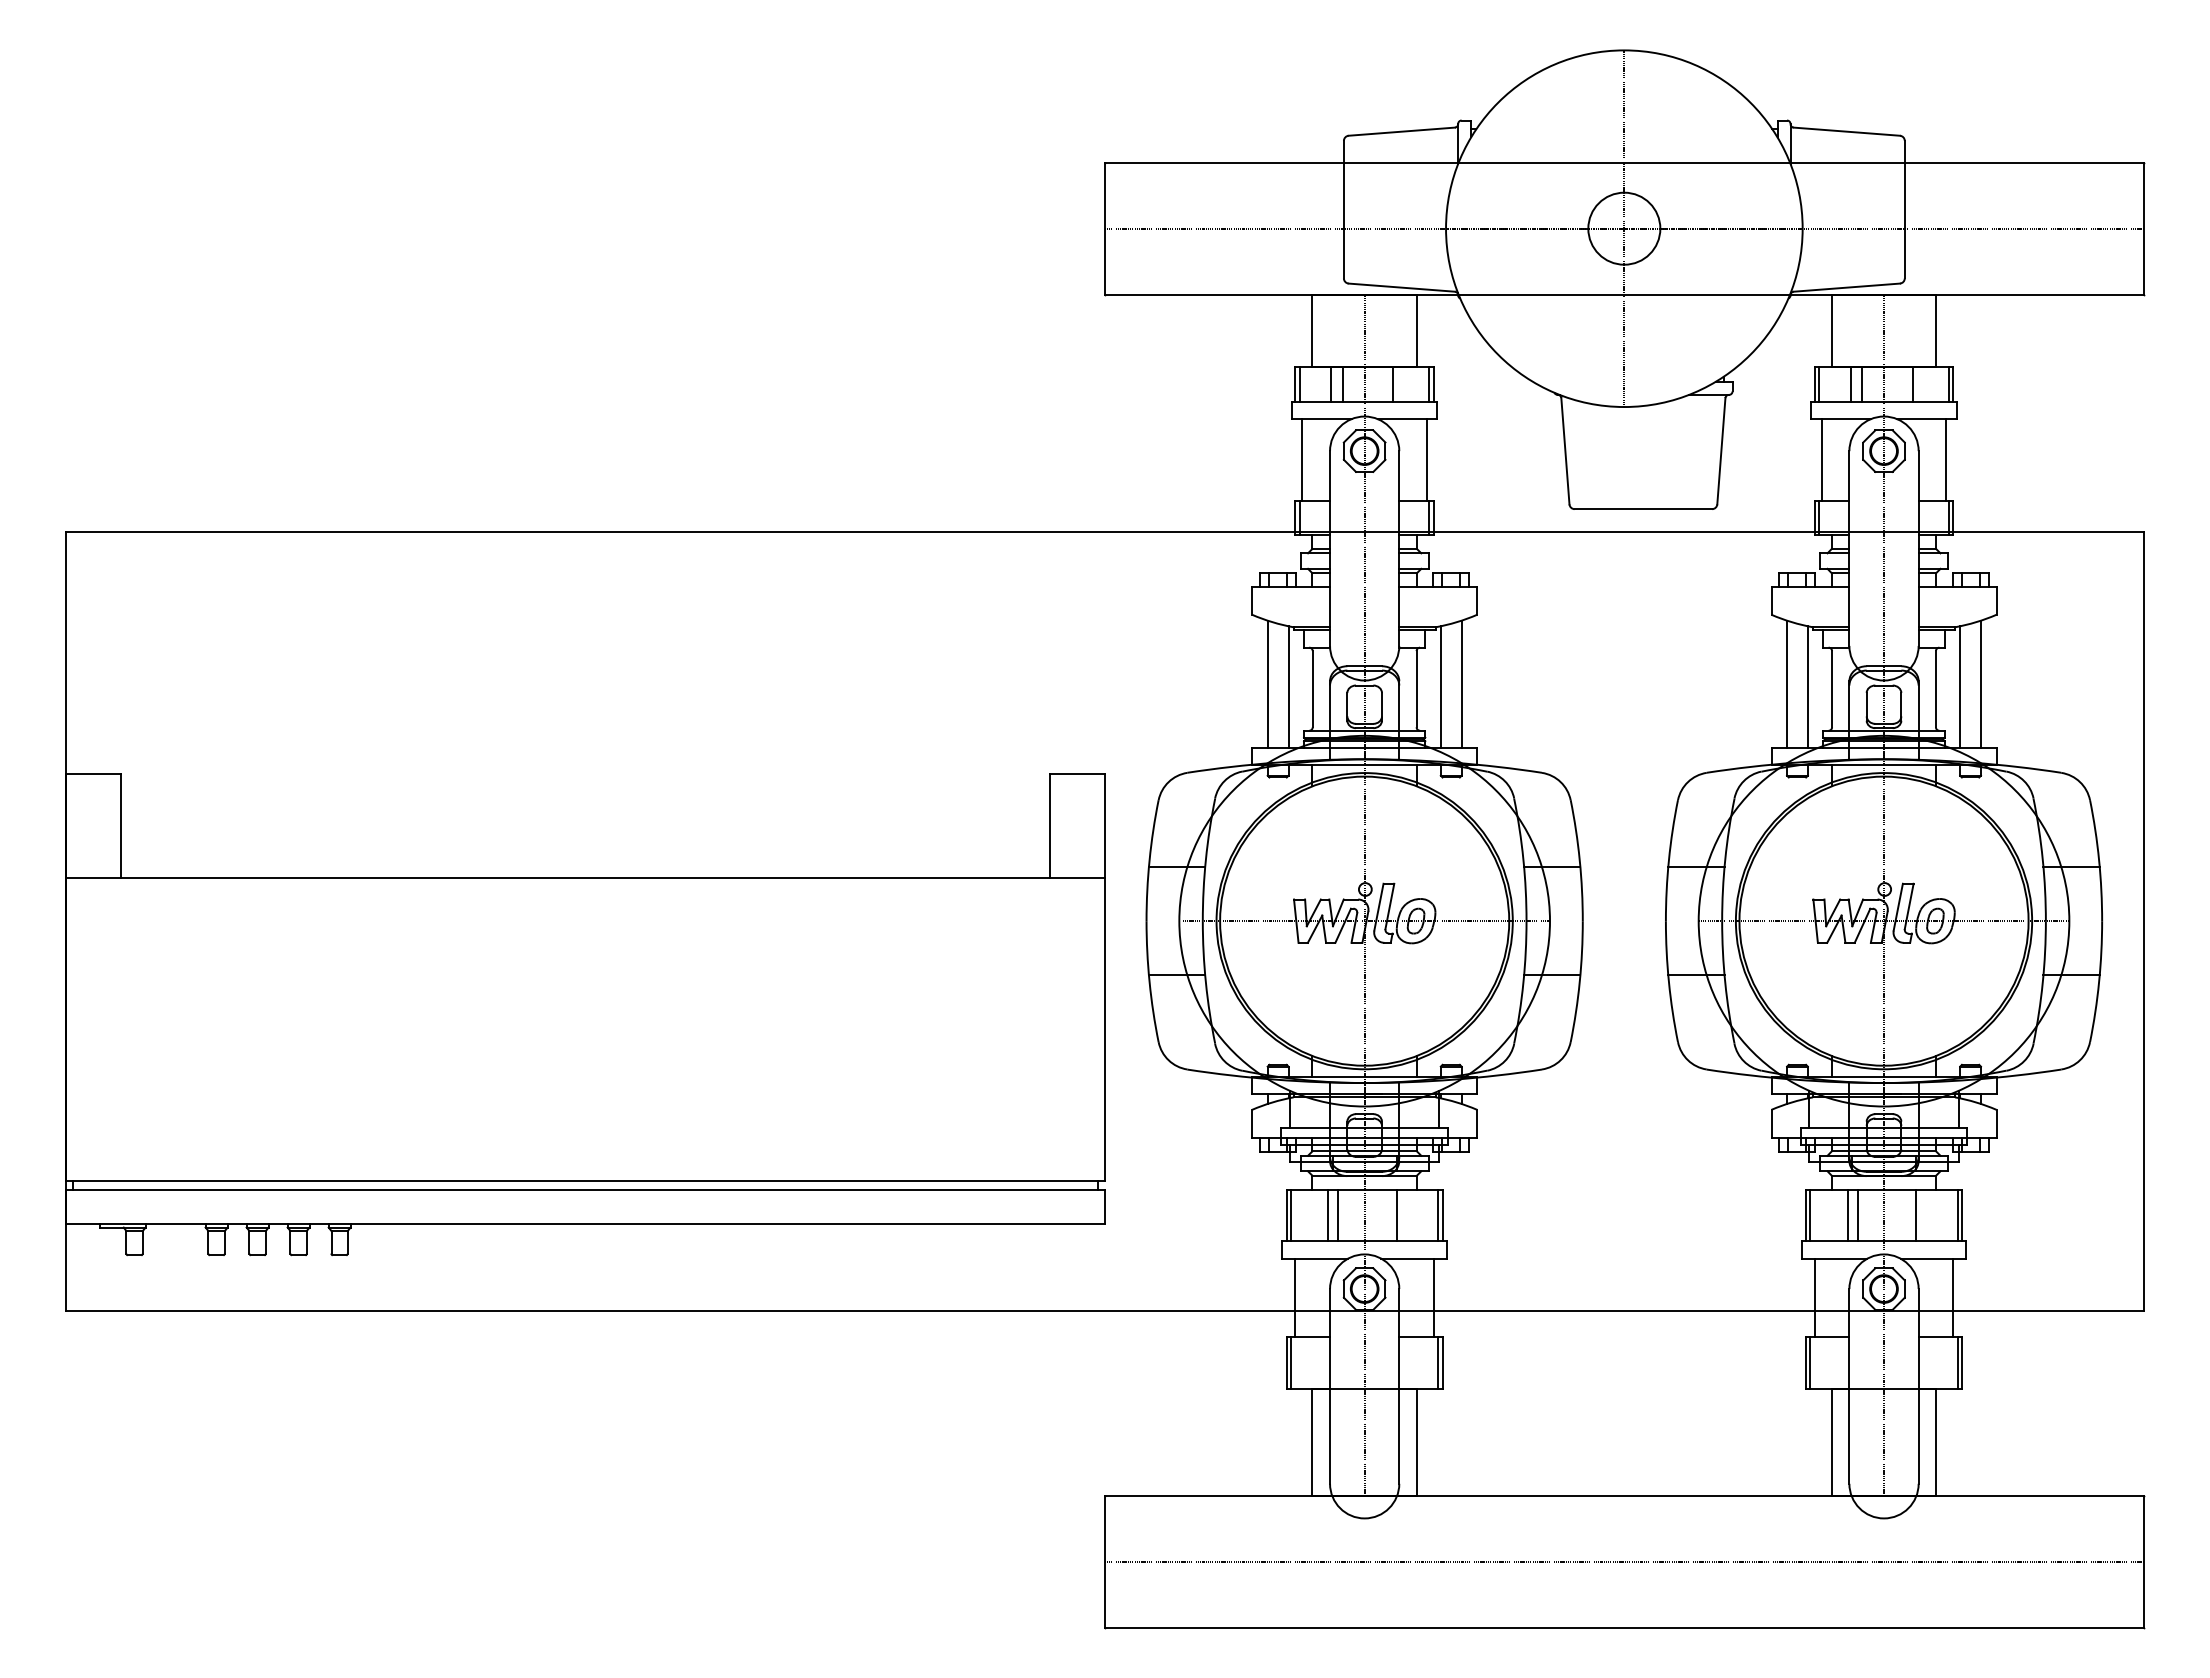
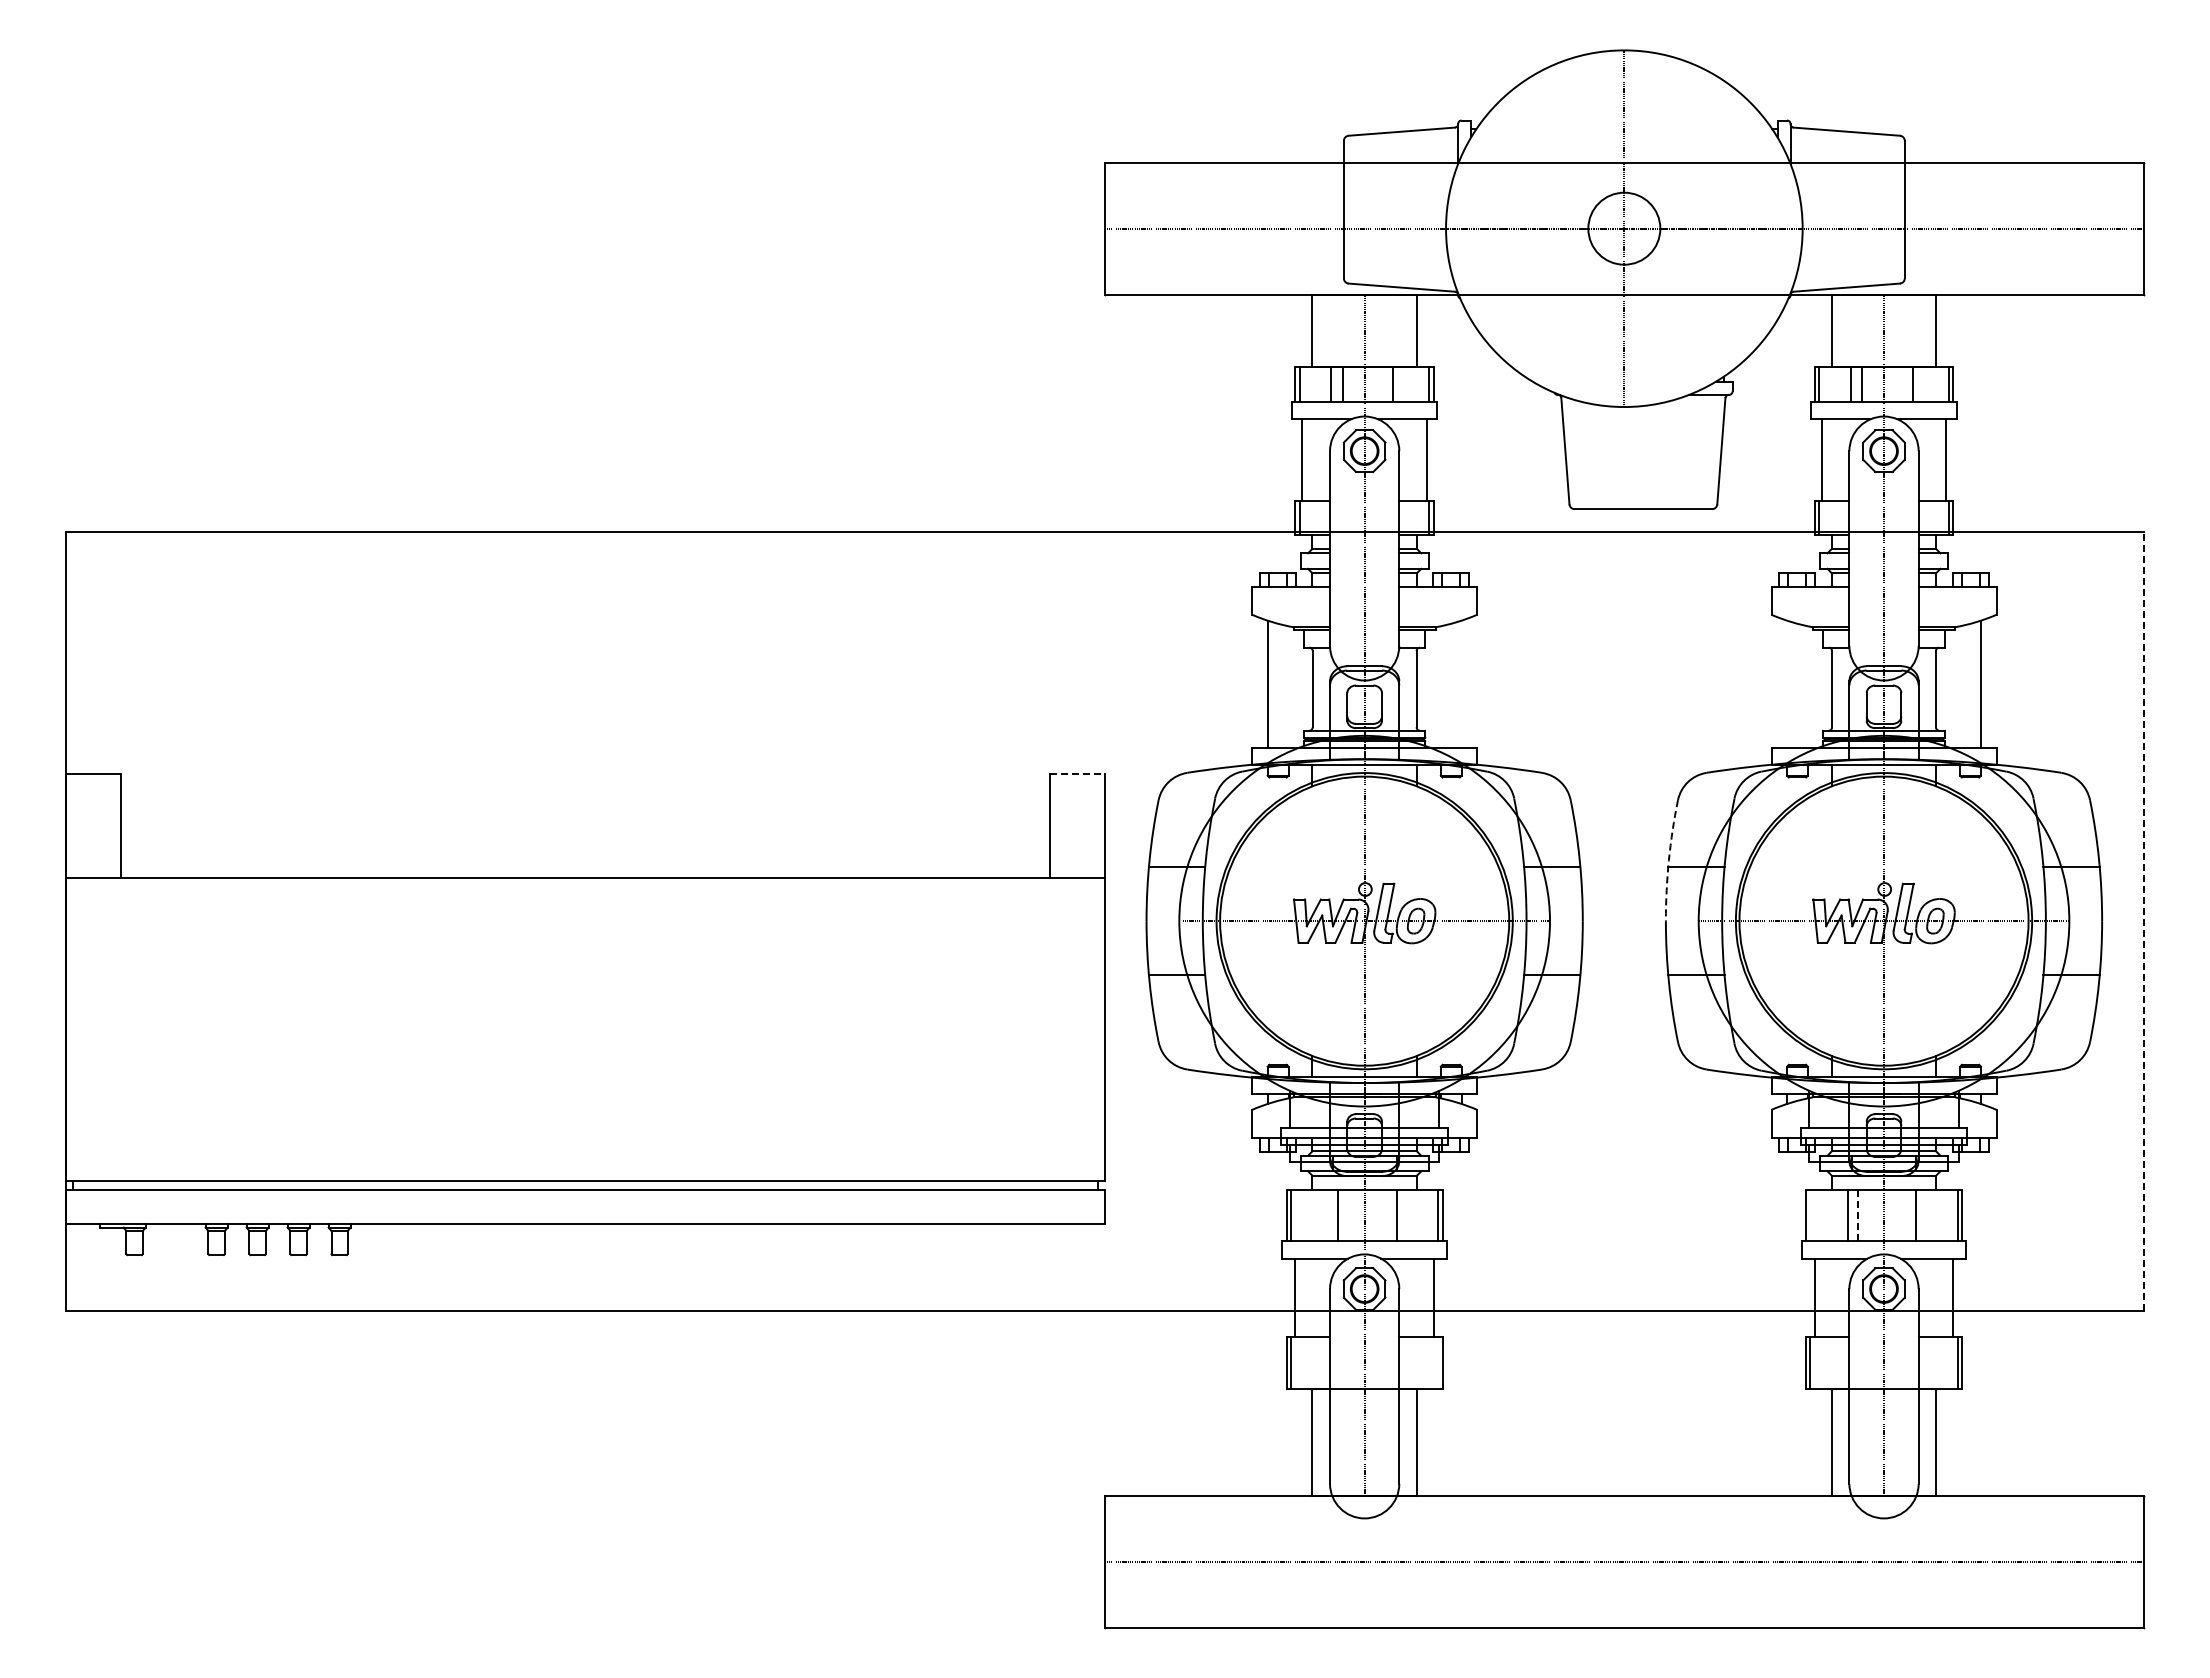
line at (1461, 684): present -> none
line at (1787, 684): present -> none
line at (1288, 687): present -> none
line at (1440, 687): present -> none
line at (1807, 687): present -> none
line at (1960, 687): present -> none
line at (1078, 774): solid -> dashed
arc at (1668, 860): solid -> dashed
line at (2143, 921): solid -> dashed
line at (1328, 1215): present -> none
line at (1810, 1215): present -> none
line at (1857, 1215): solid -> dashed
line at (1438, 1362): present -> none
